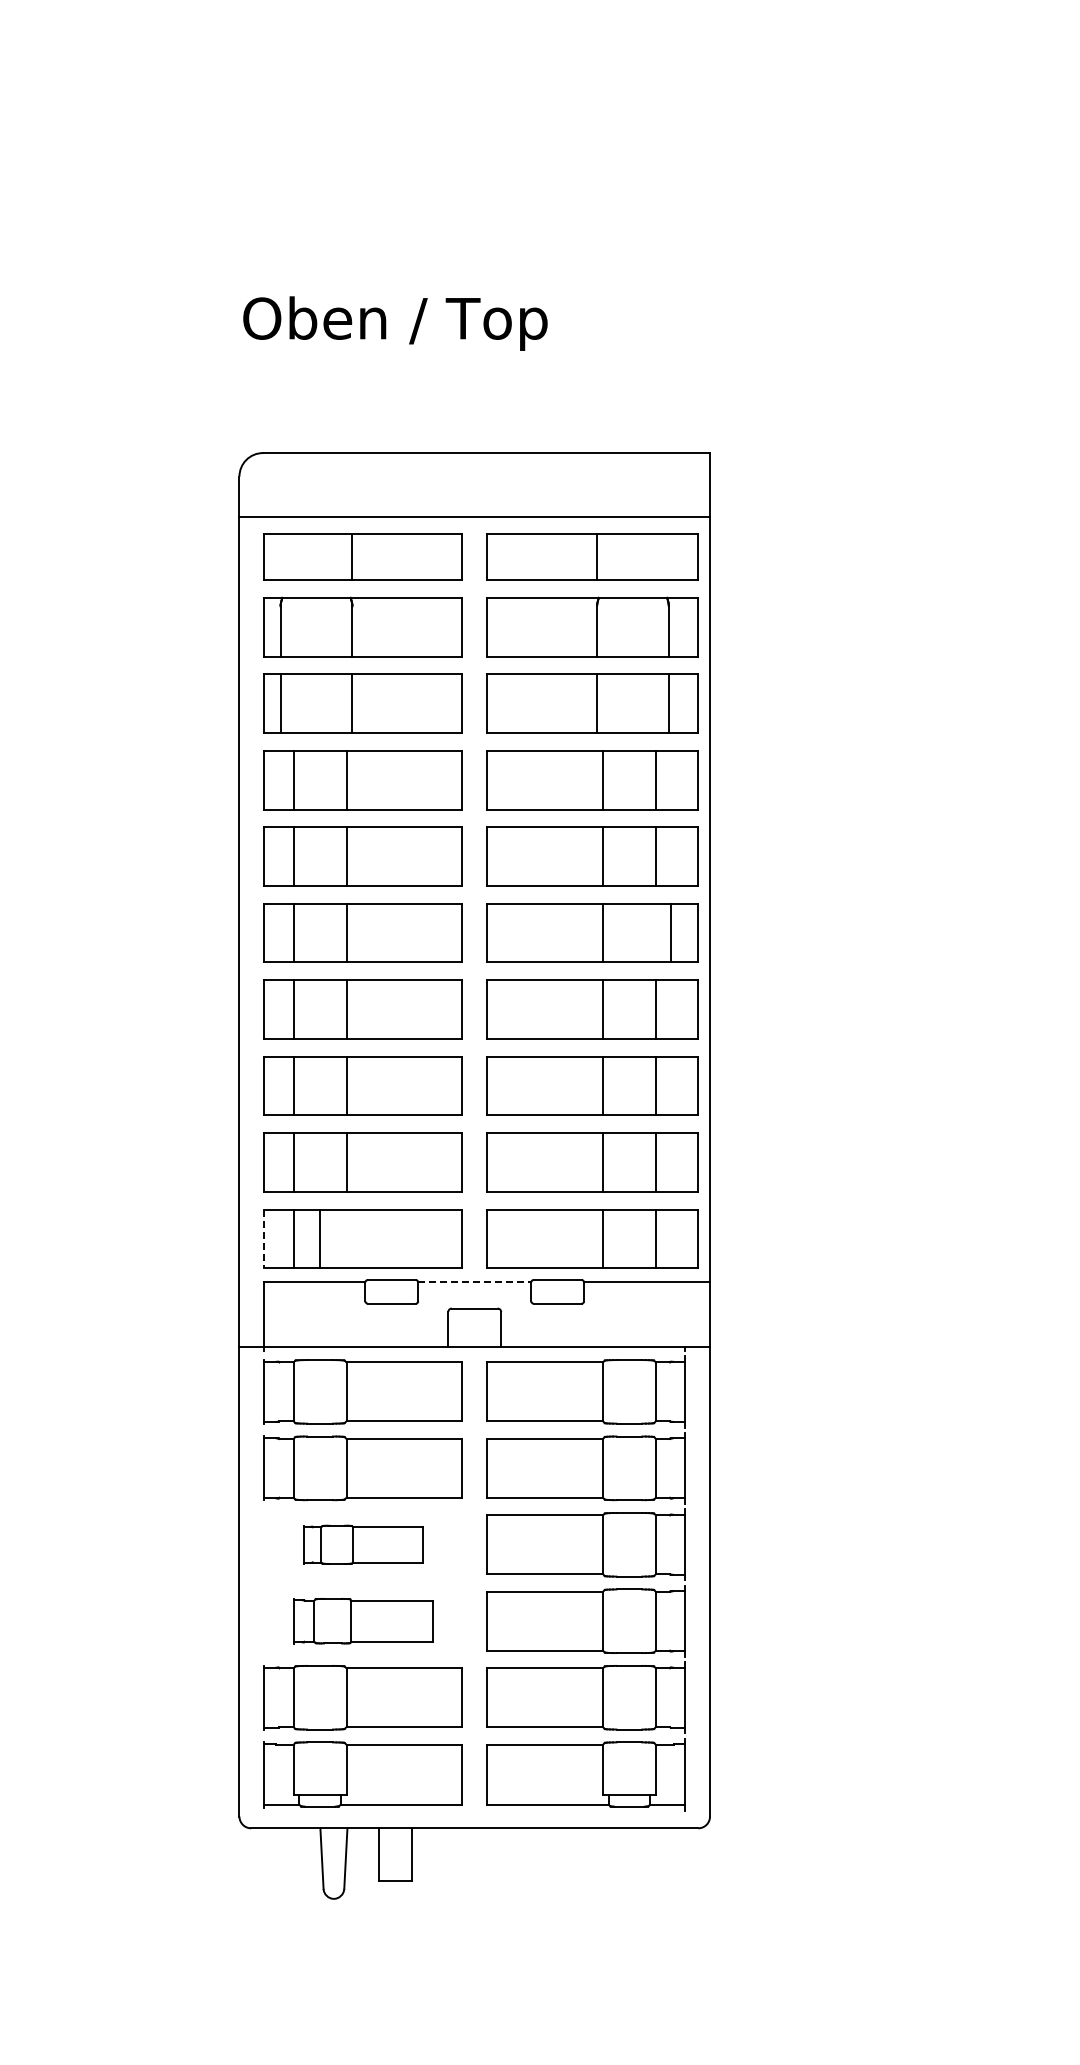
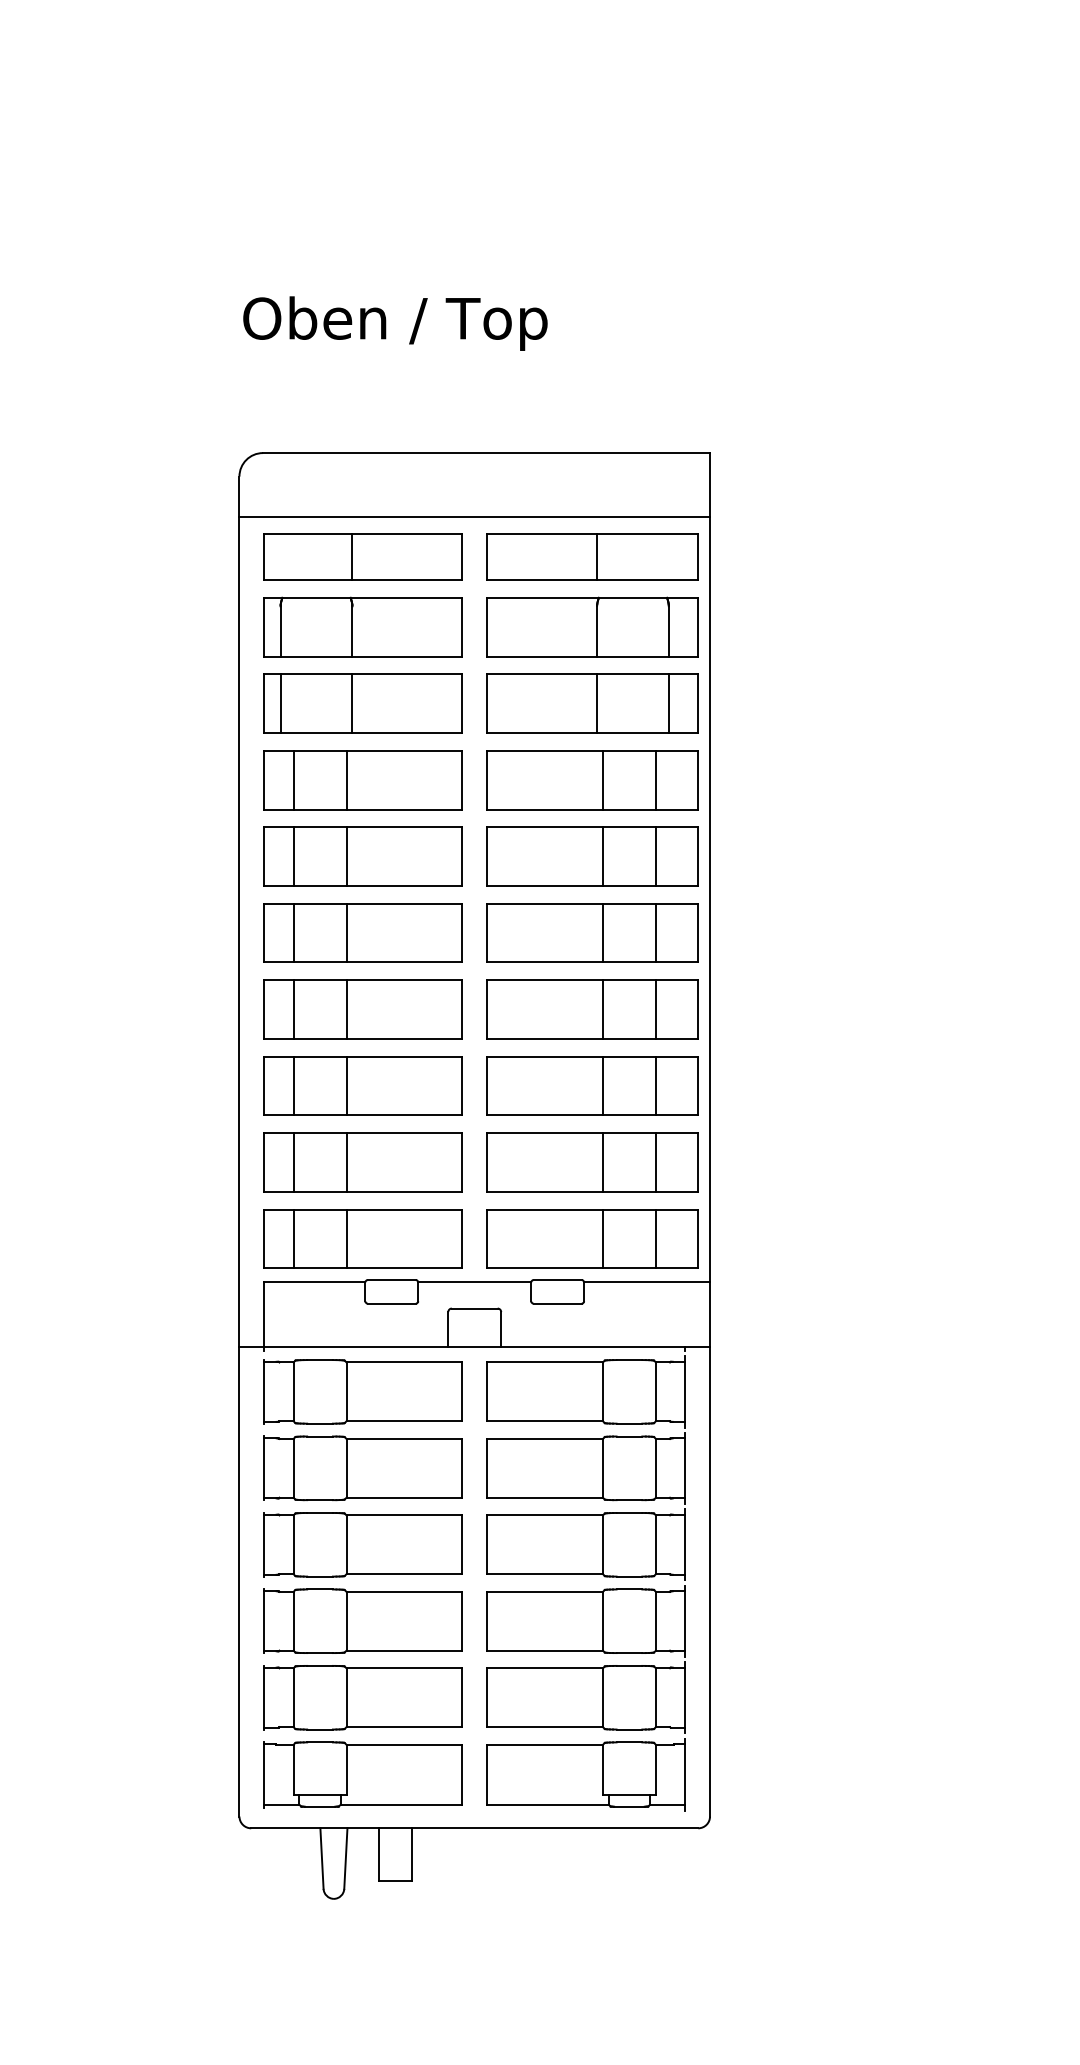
line at (670, 932) position: (670, 932) -> (655, 932)
line at (319, 1238) position: (319, 1238) -> (346, 1238)
line at (264, 1239): dashed -> solid
line at (475, 1282): dashed -> solid
part at (363, 1544) size: 121x41 px -> 200x66 px
part at (363, 1621) size: 141x47 px -> 200x66 px
